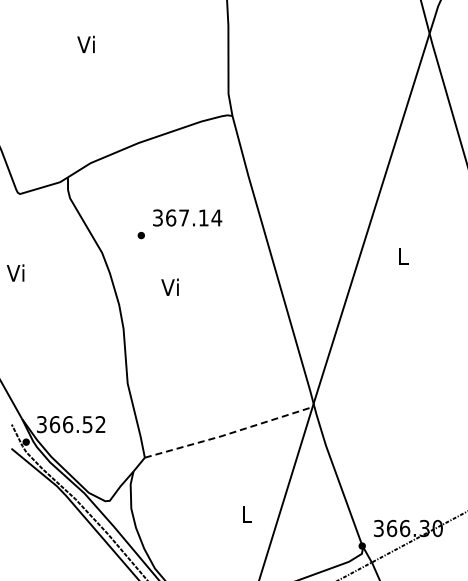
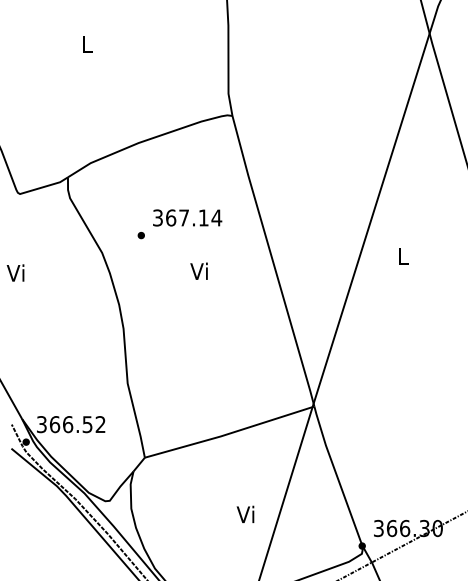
text at (85, 44): Vi -> L
text at (169, 286) position: (169, 286) -> (198, 270)
line at (230, 433): dashed -> solid
text at (245, 514): L -> Vi
